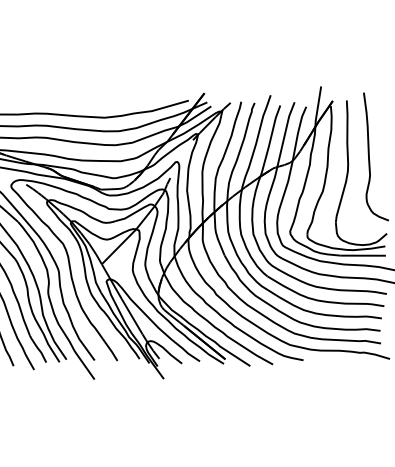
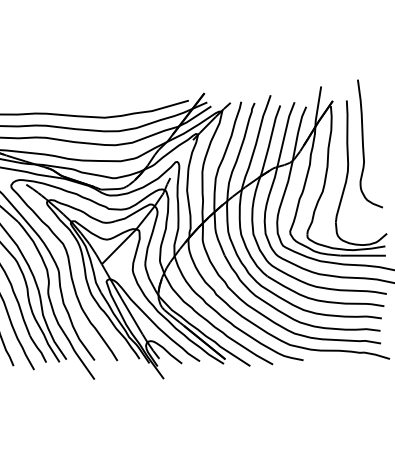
curve at (369, 156) position: (369, 156) -> (363, 143)
